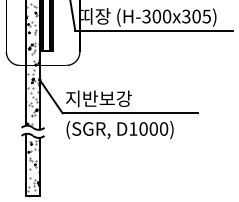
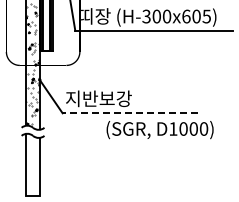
text at (186, 16): (H-300x305) -> (H-300x605)
line at (129, 113): solid -> dashed
text at (119, 130) position: (119, 130) -> (159, 130)
hatch at (33, 167): present -> none
